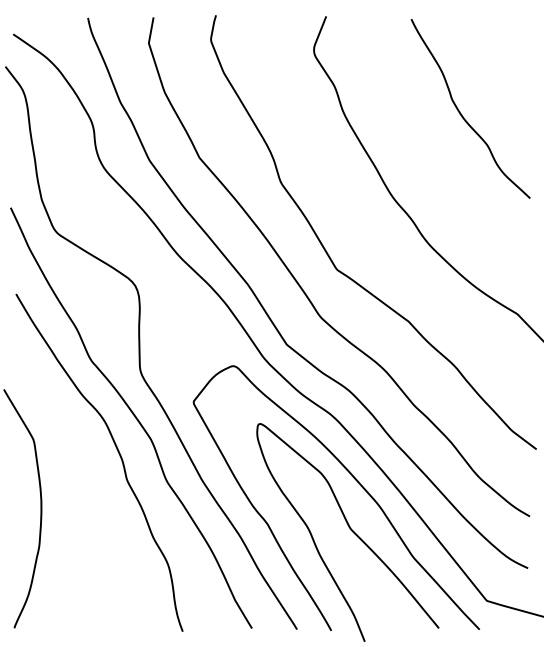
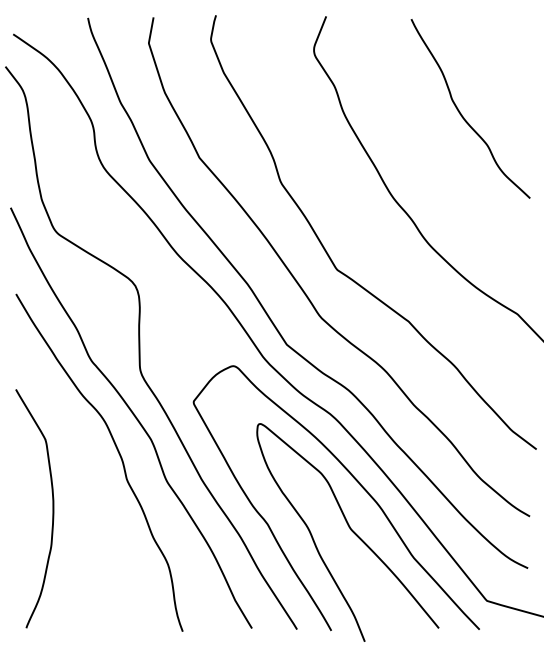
curve at (40, 508) position: (40, 508) -> (52, 508)
